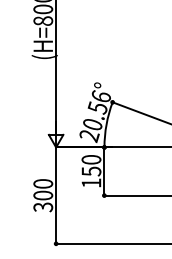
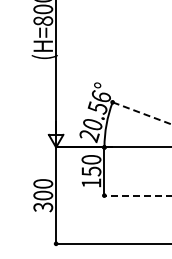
line at (141, 113): solid -> dashed
line at (137, 195): solid -> dashed
